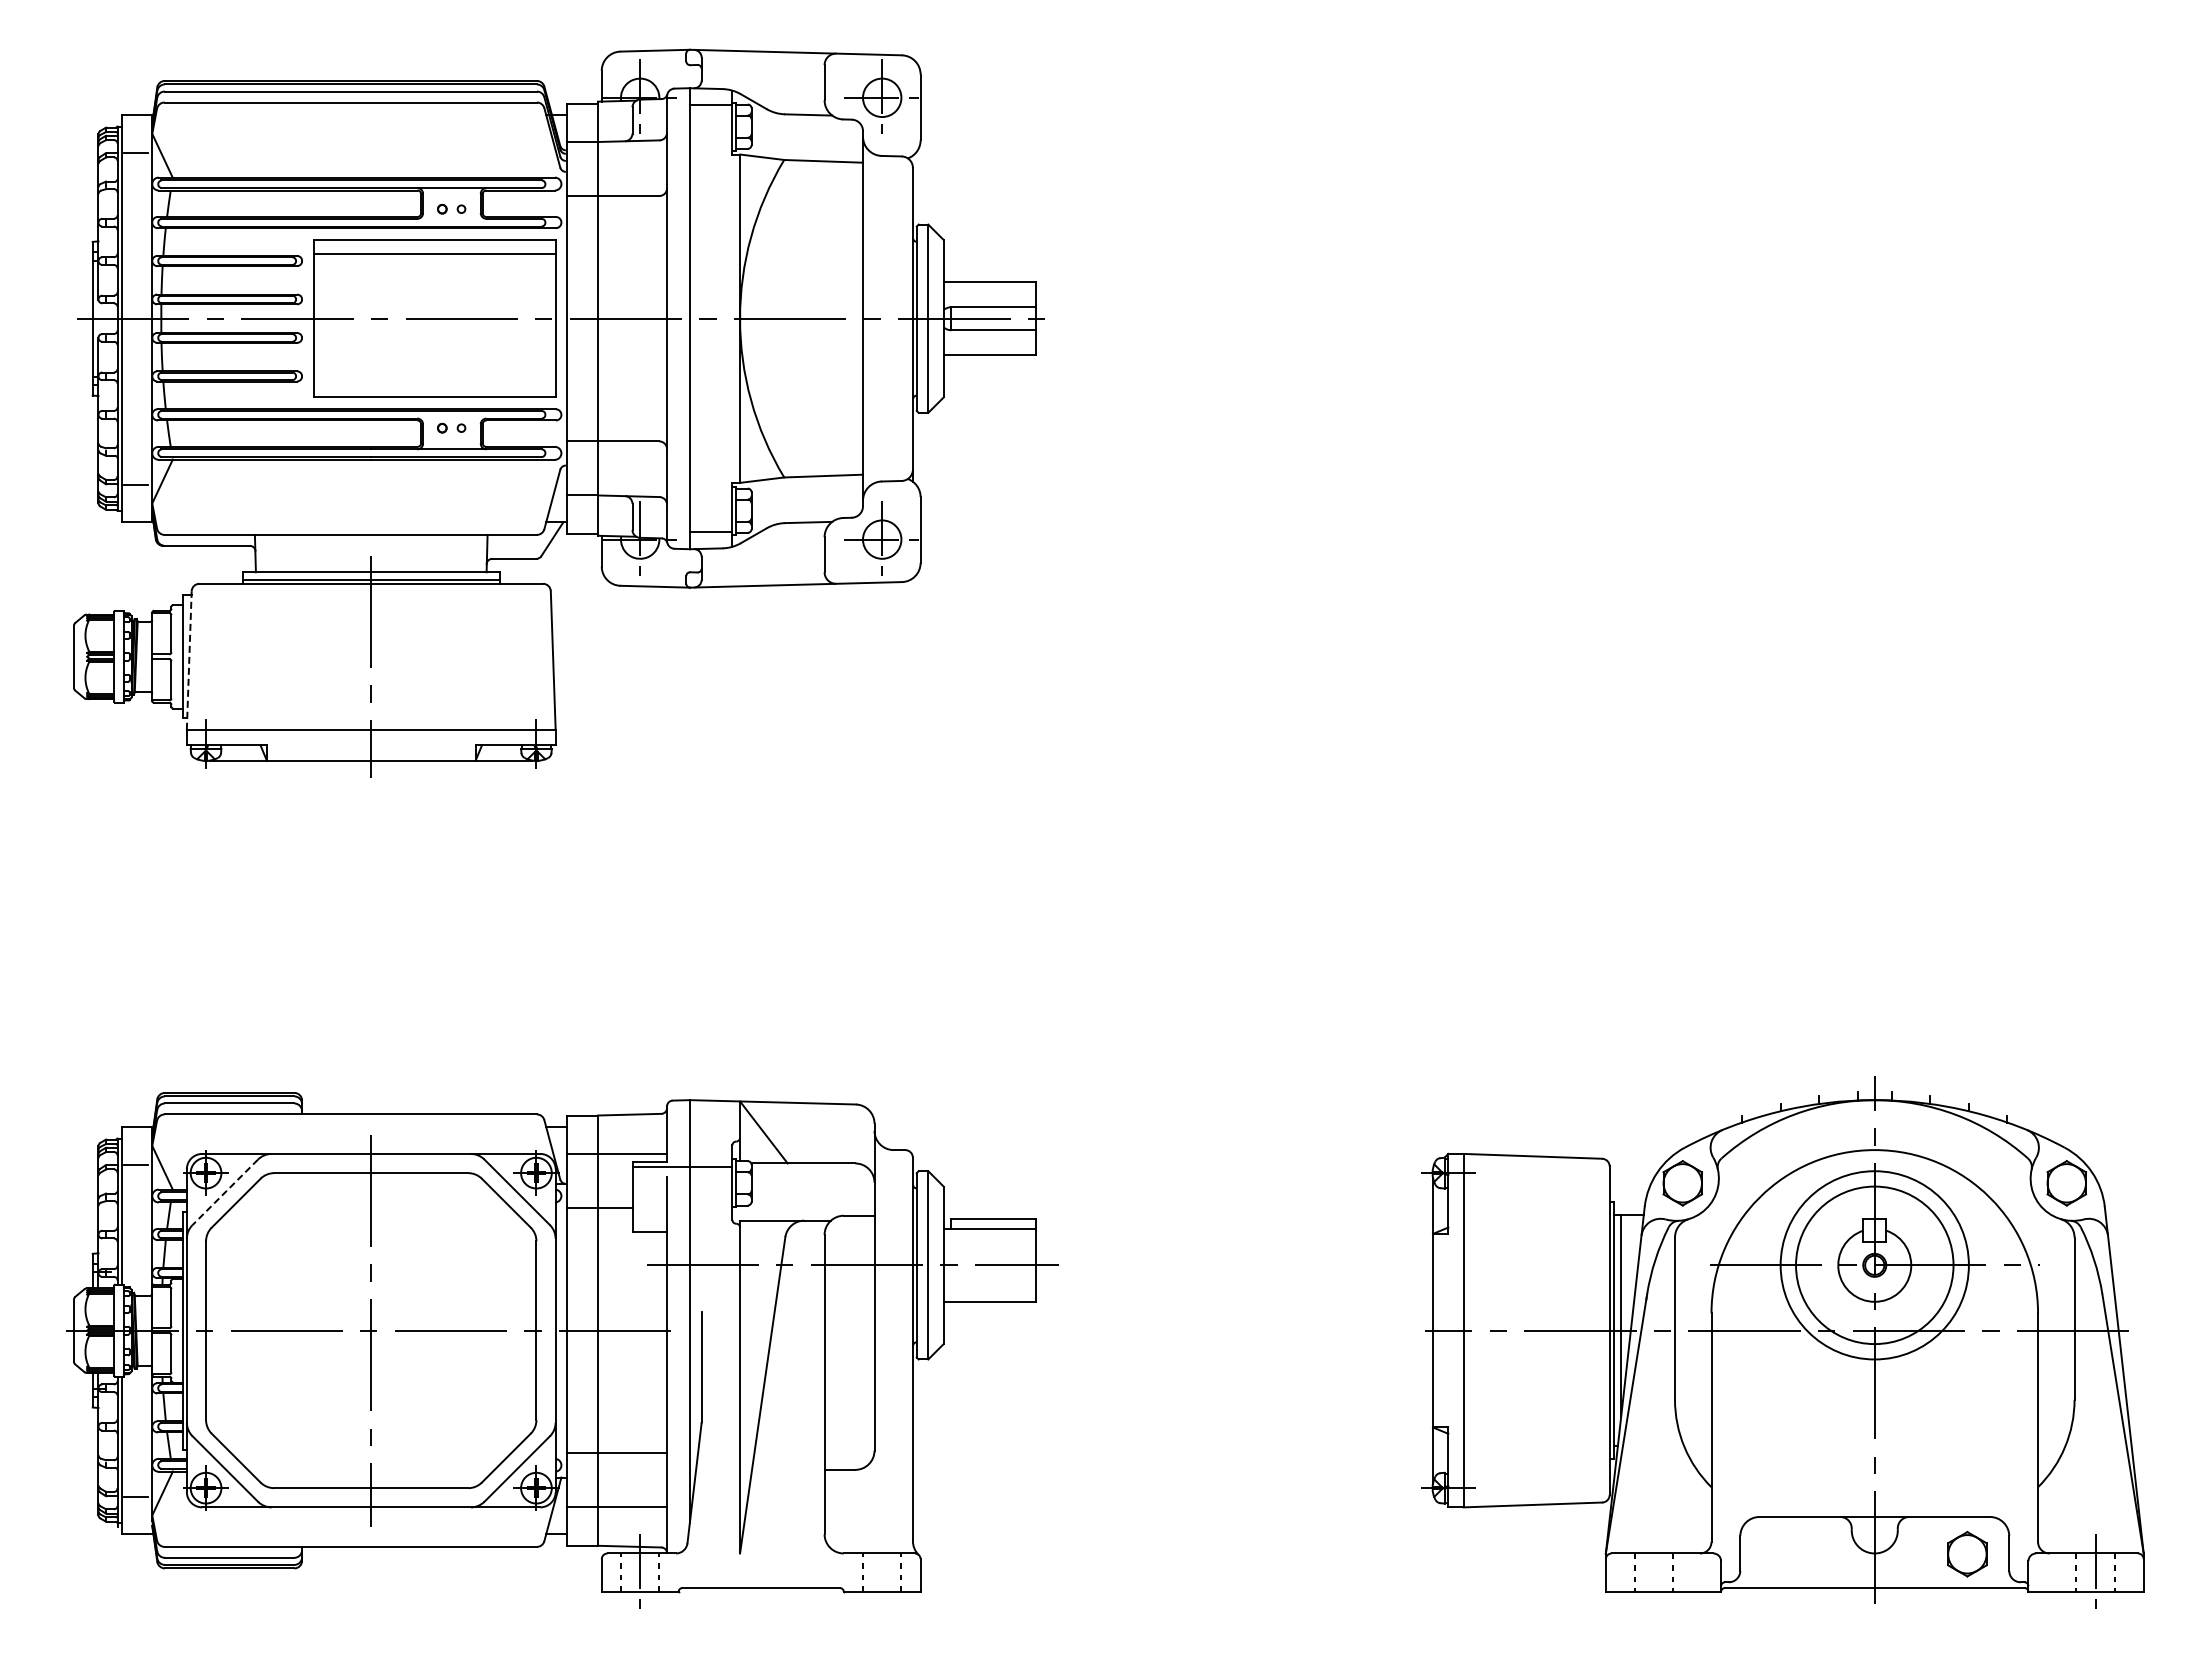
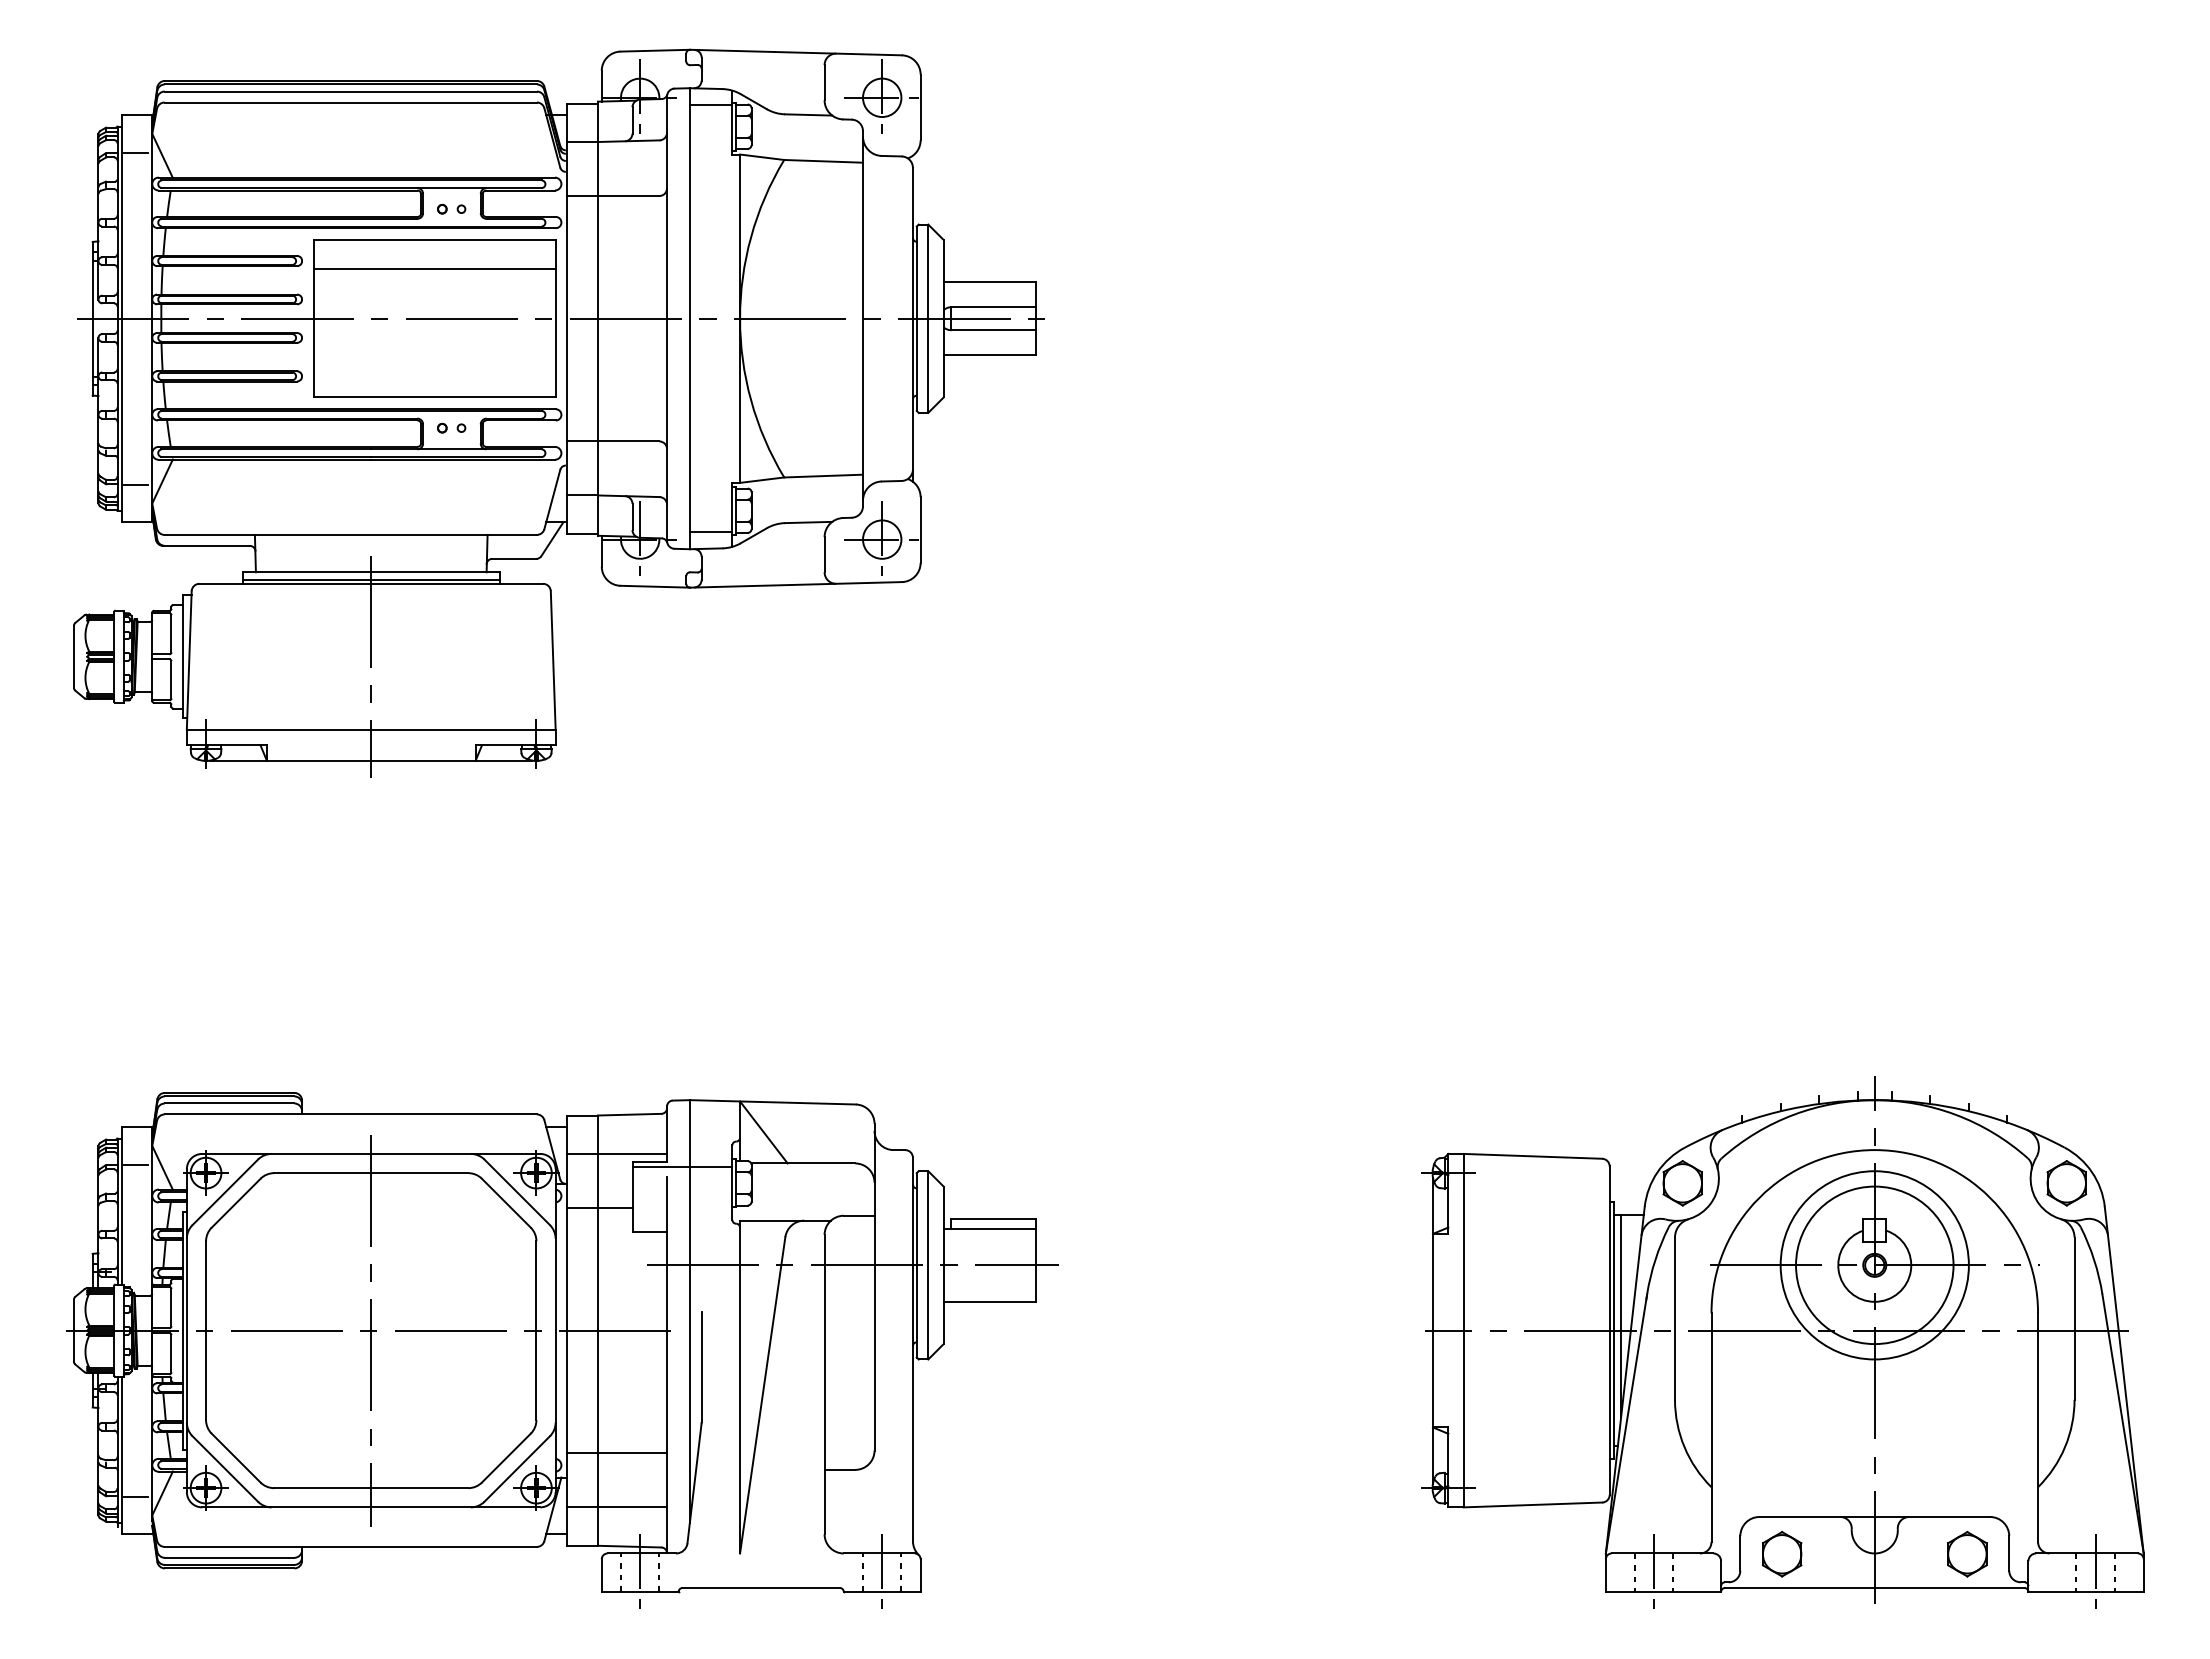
line at (434, 253) position: (434, 253) -> (434, 268)
line at (189, 660): dashed -> solid
line at (224, 1192): dashed -> solid
part at (1781, 1554): none -> present
line at (882, 1572): none -> present
line at (1653, 1572): none -> present
